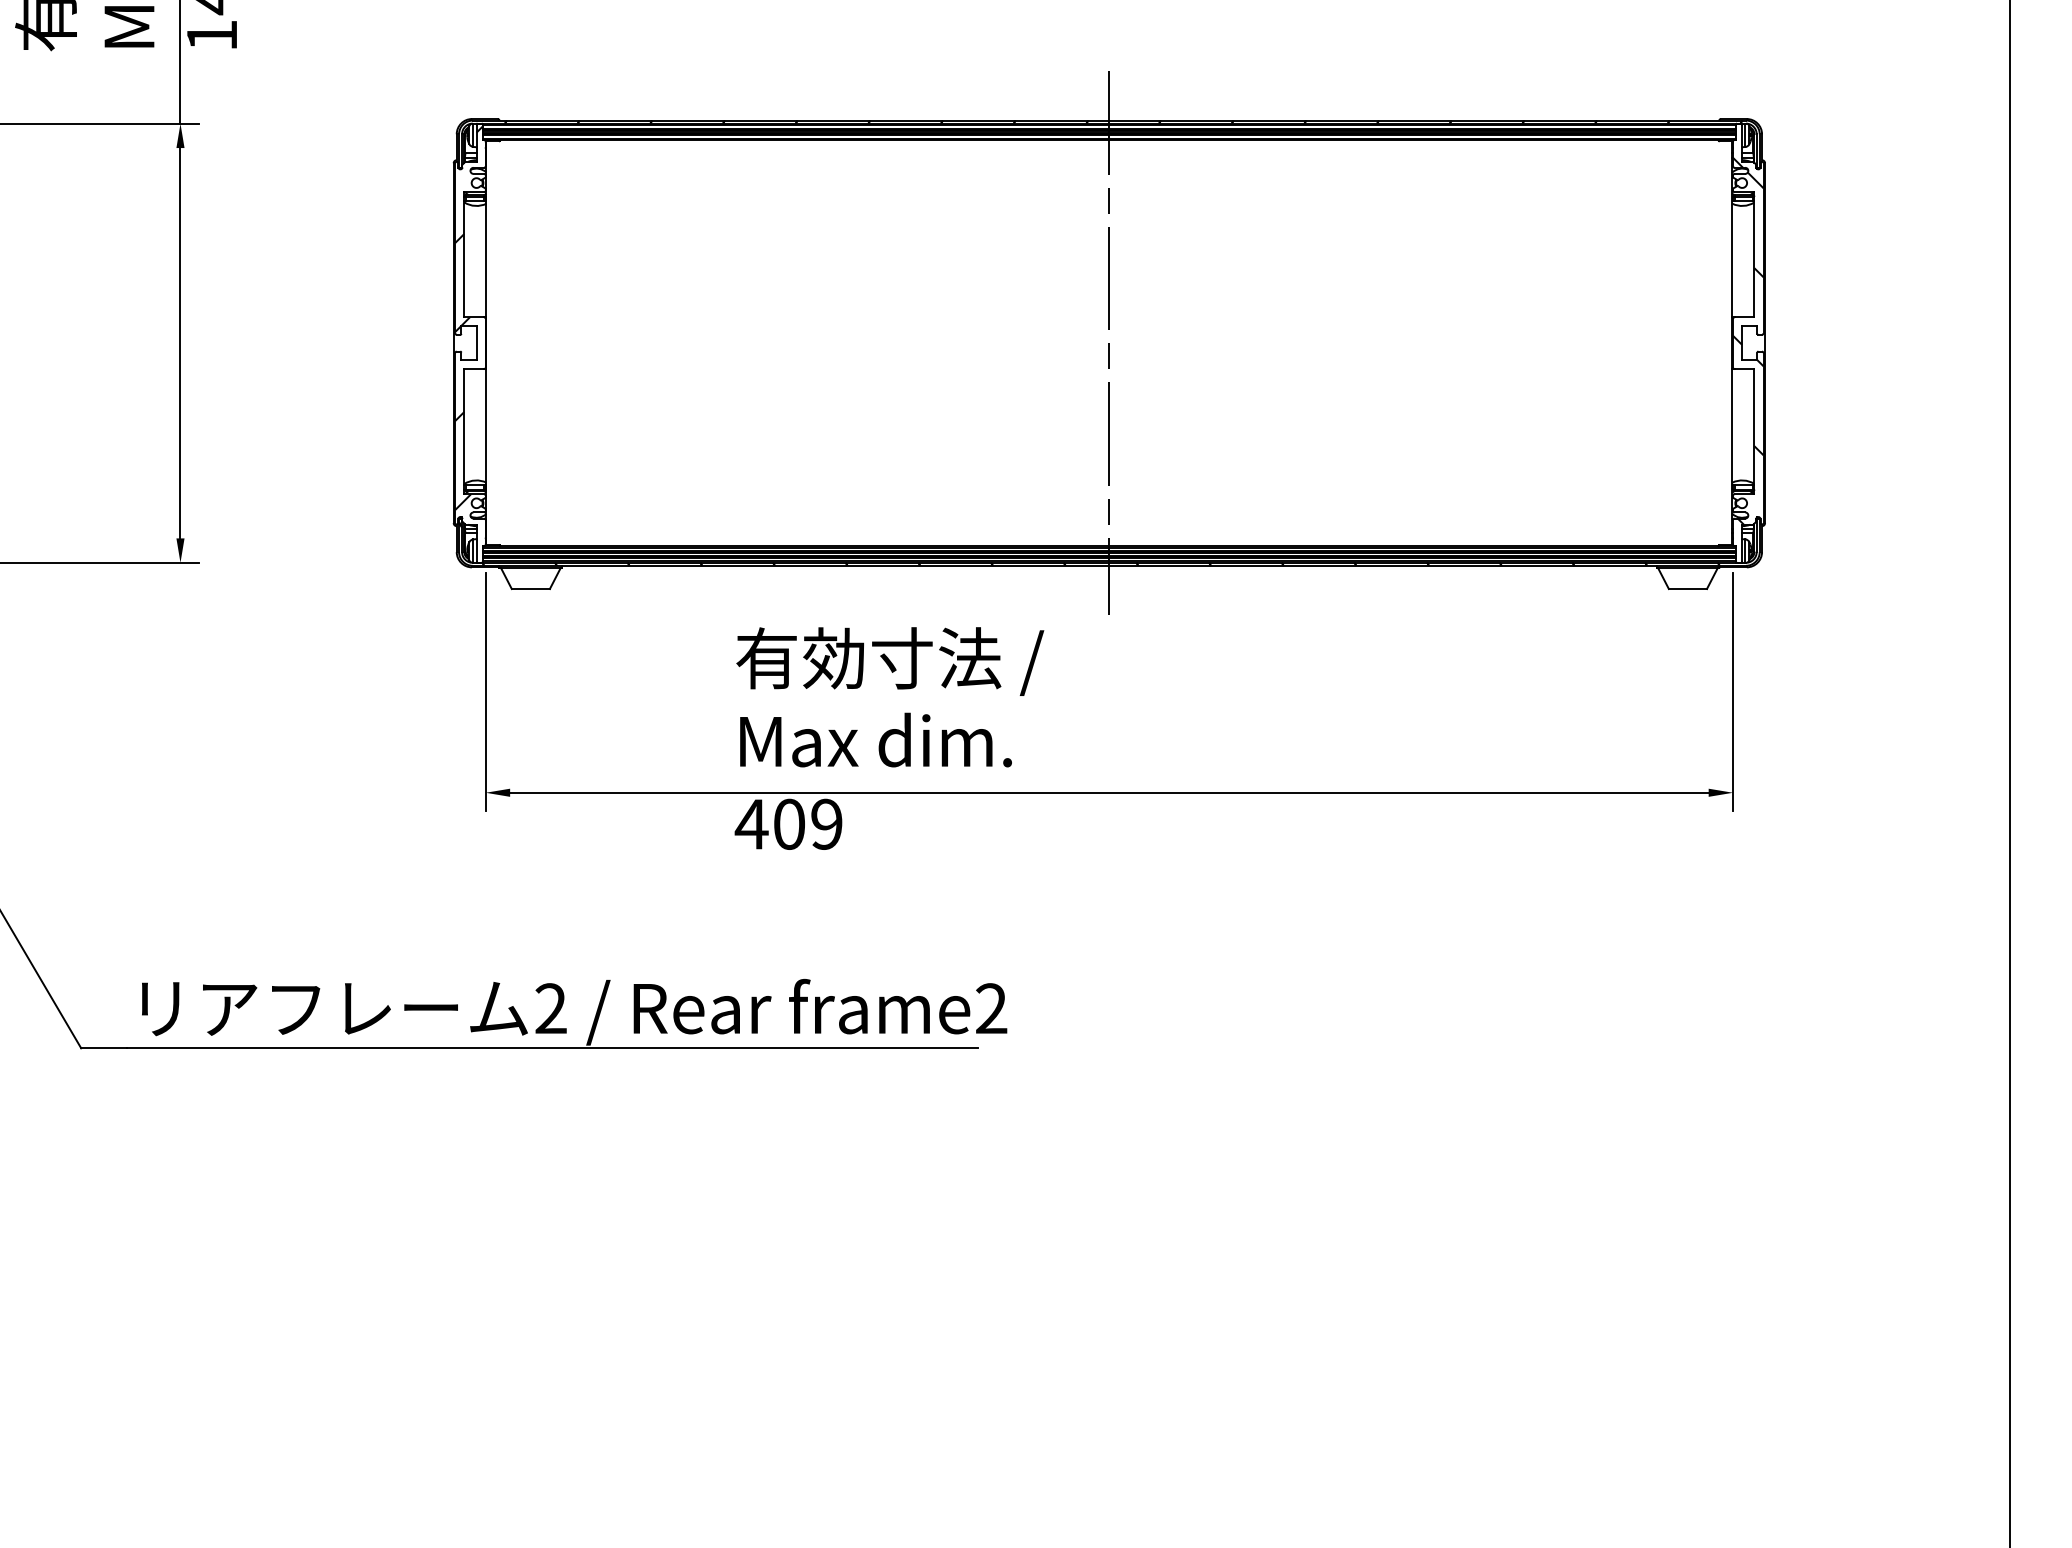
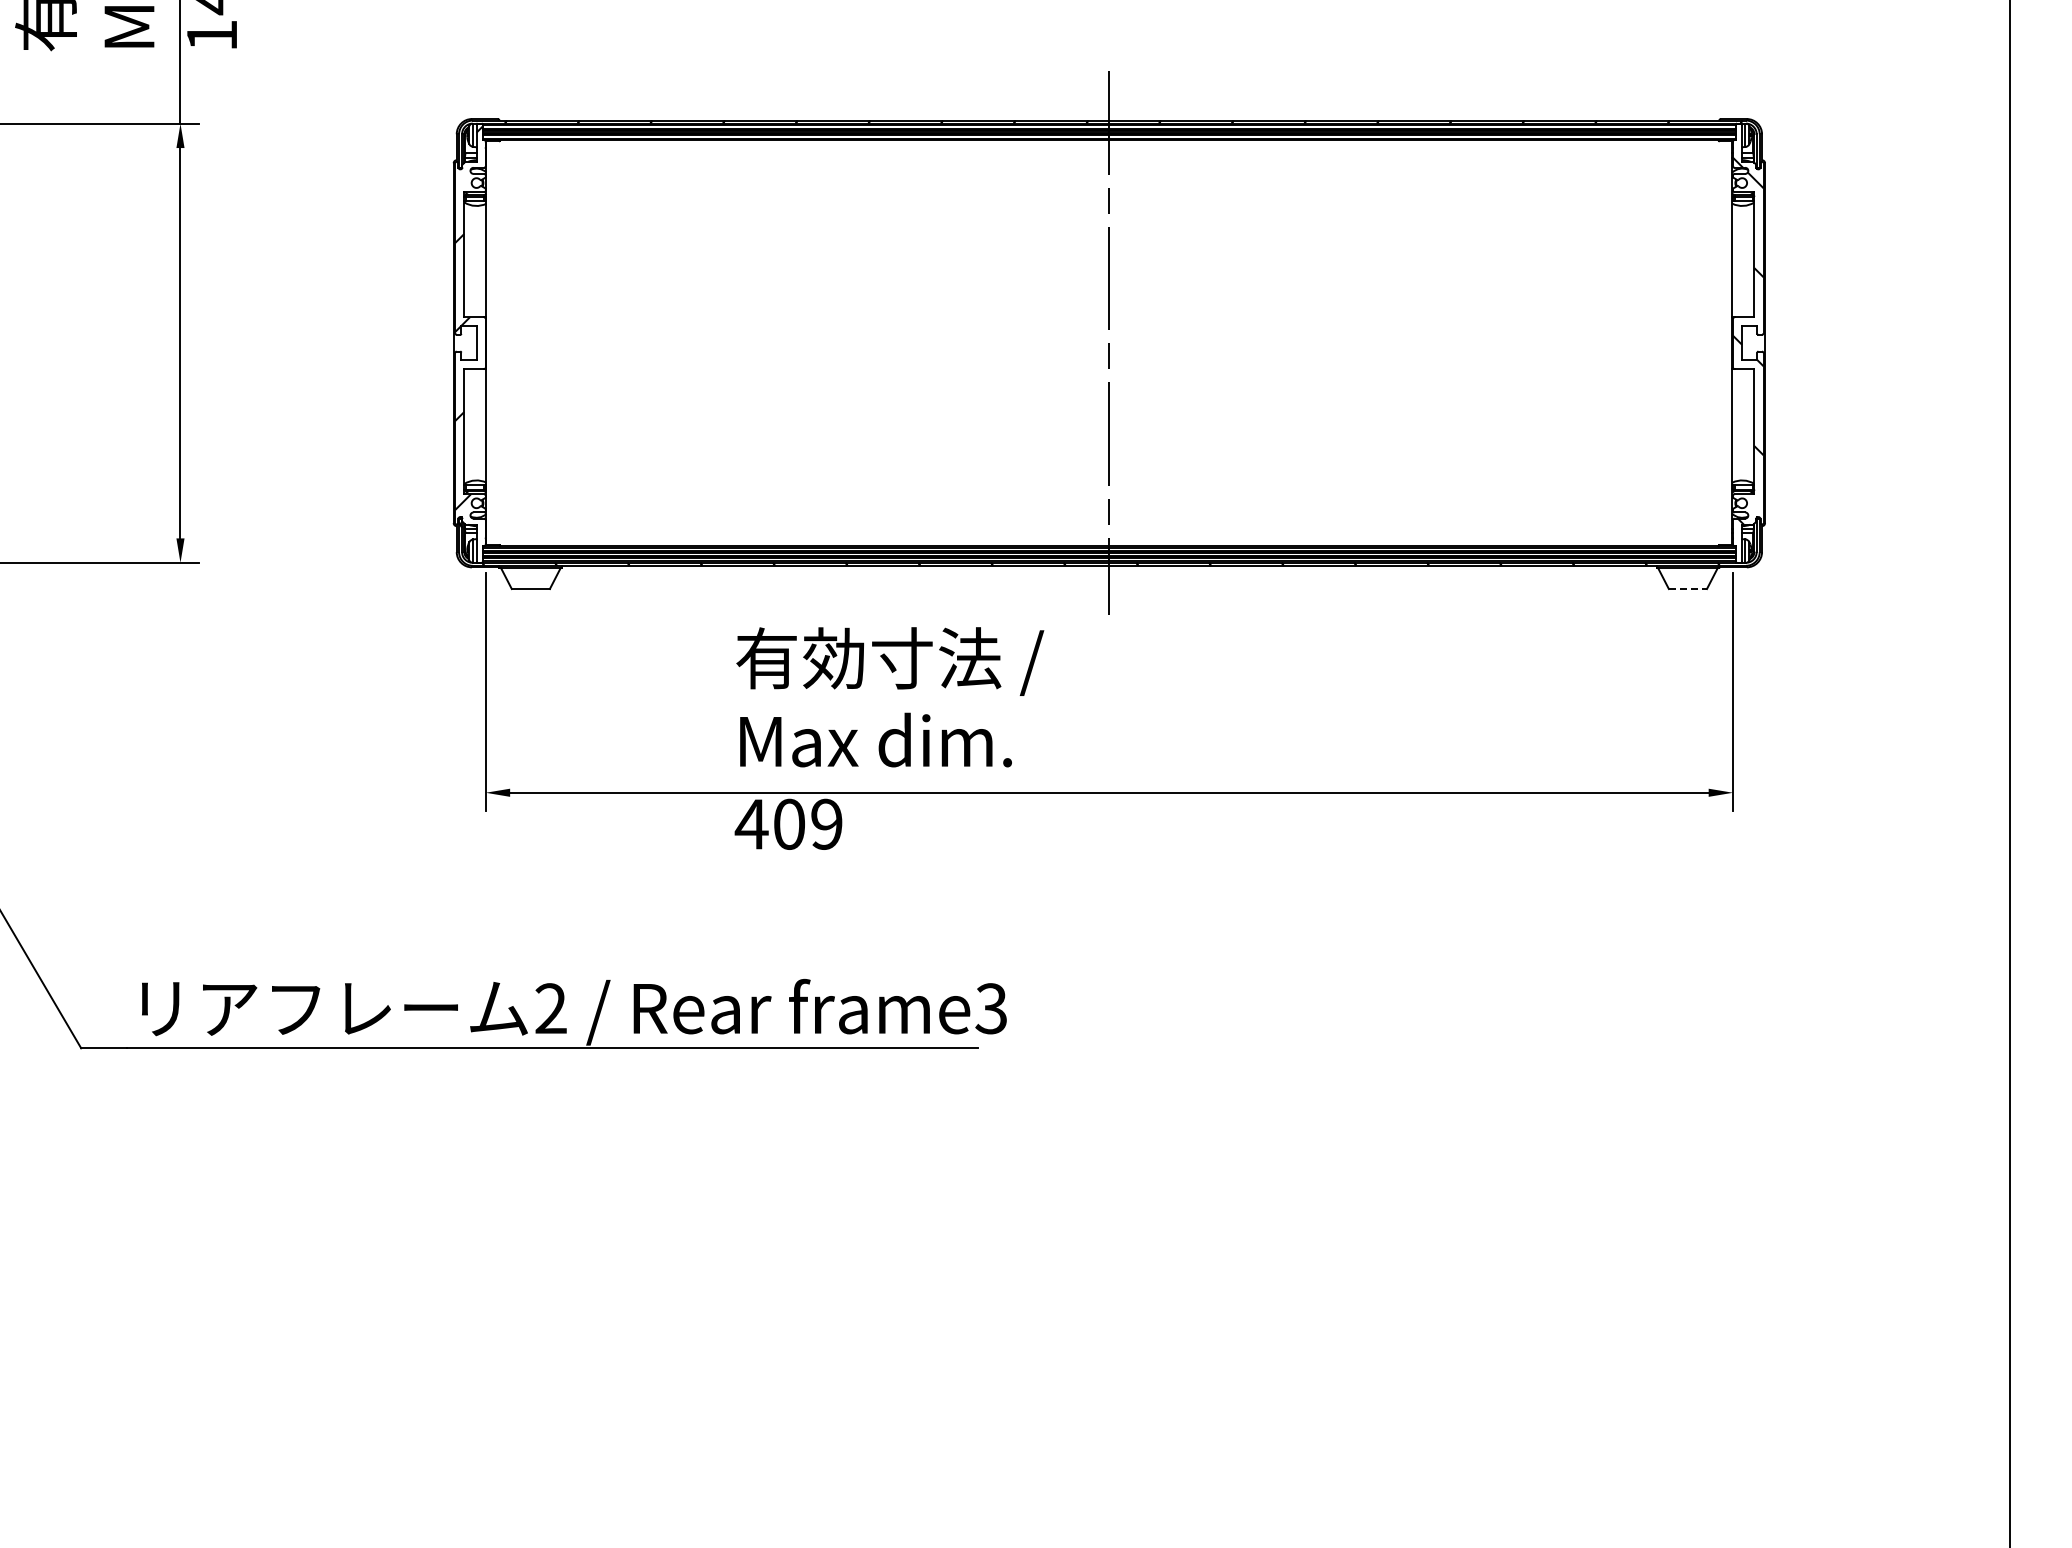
line at (1688, 589): solid -> dashed
text at (991, 1008): frame2 -> frame3
